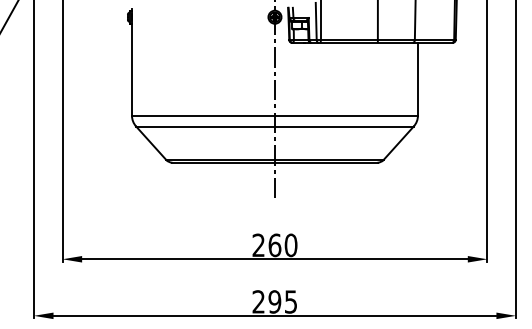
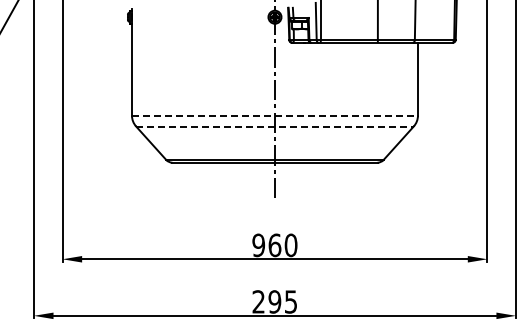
line at (275, 115): solid -> dashed
line at (274, 126): solid -> dashed
text at (258, 245): 260 -> 960
